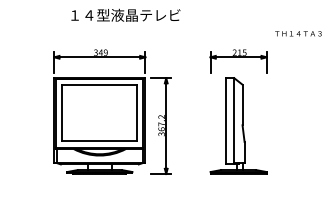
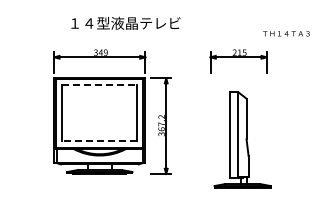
text at (125, 14) position: (125, 14) -> (125, 22)
text at (298, 33) position: (298, 33) -> (286, 33)
line at (99, 84): solid -> dashed
part at (238, 125) position: (238, 125) -> (242, 139)
line at (99, 141): solid -> dashed
